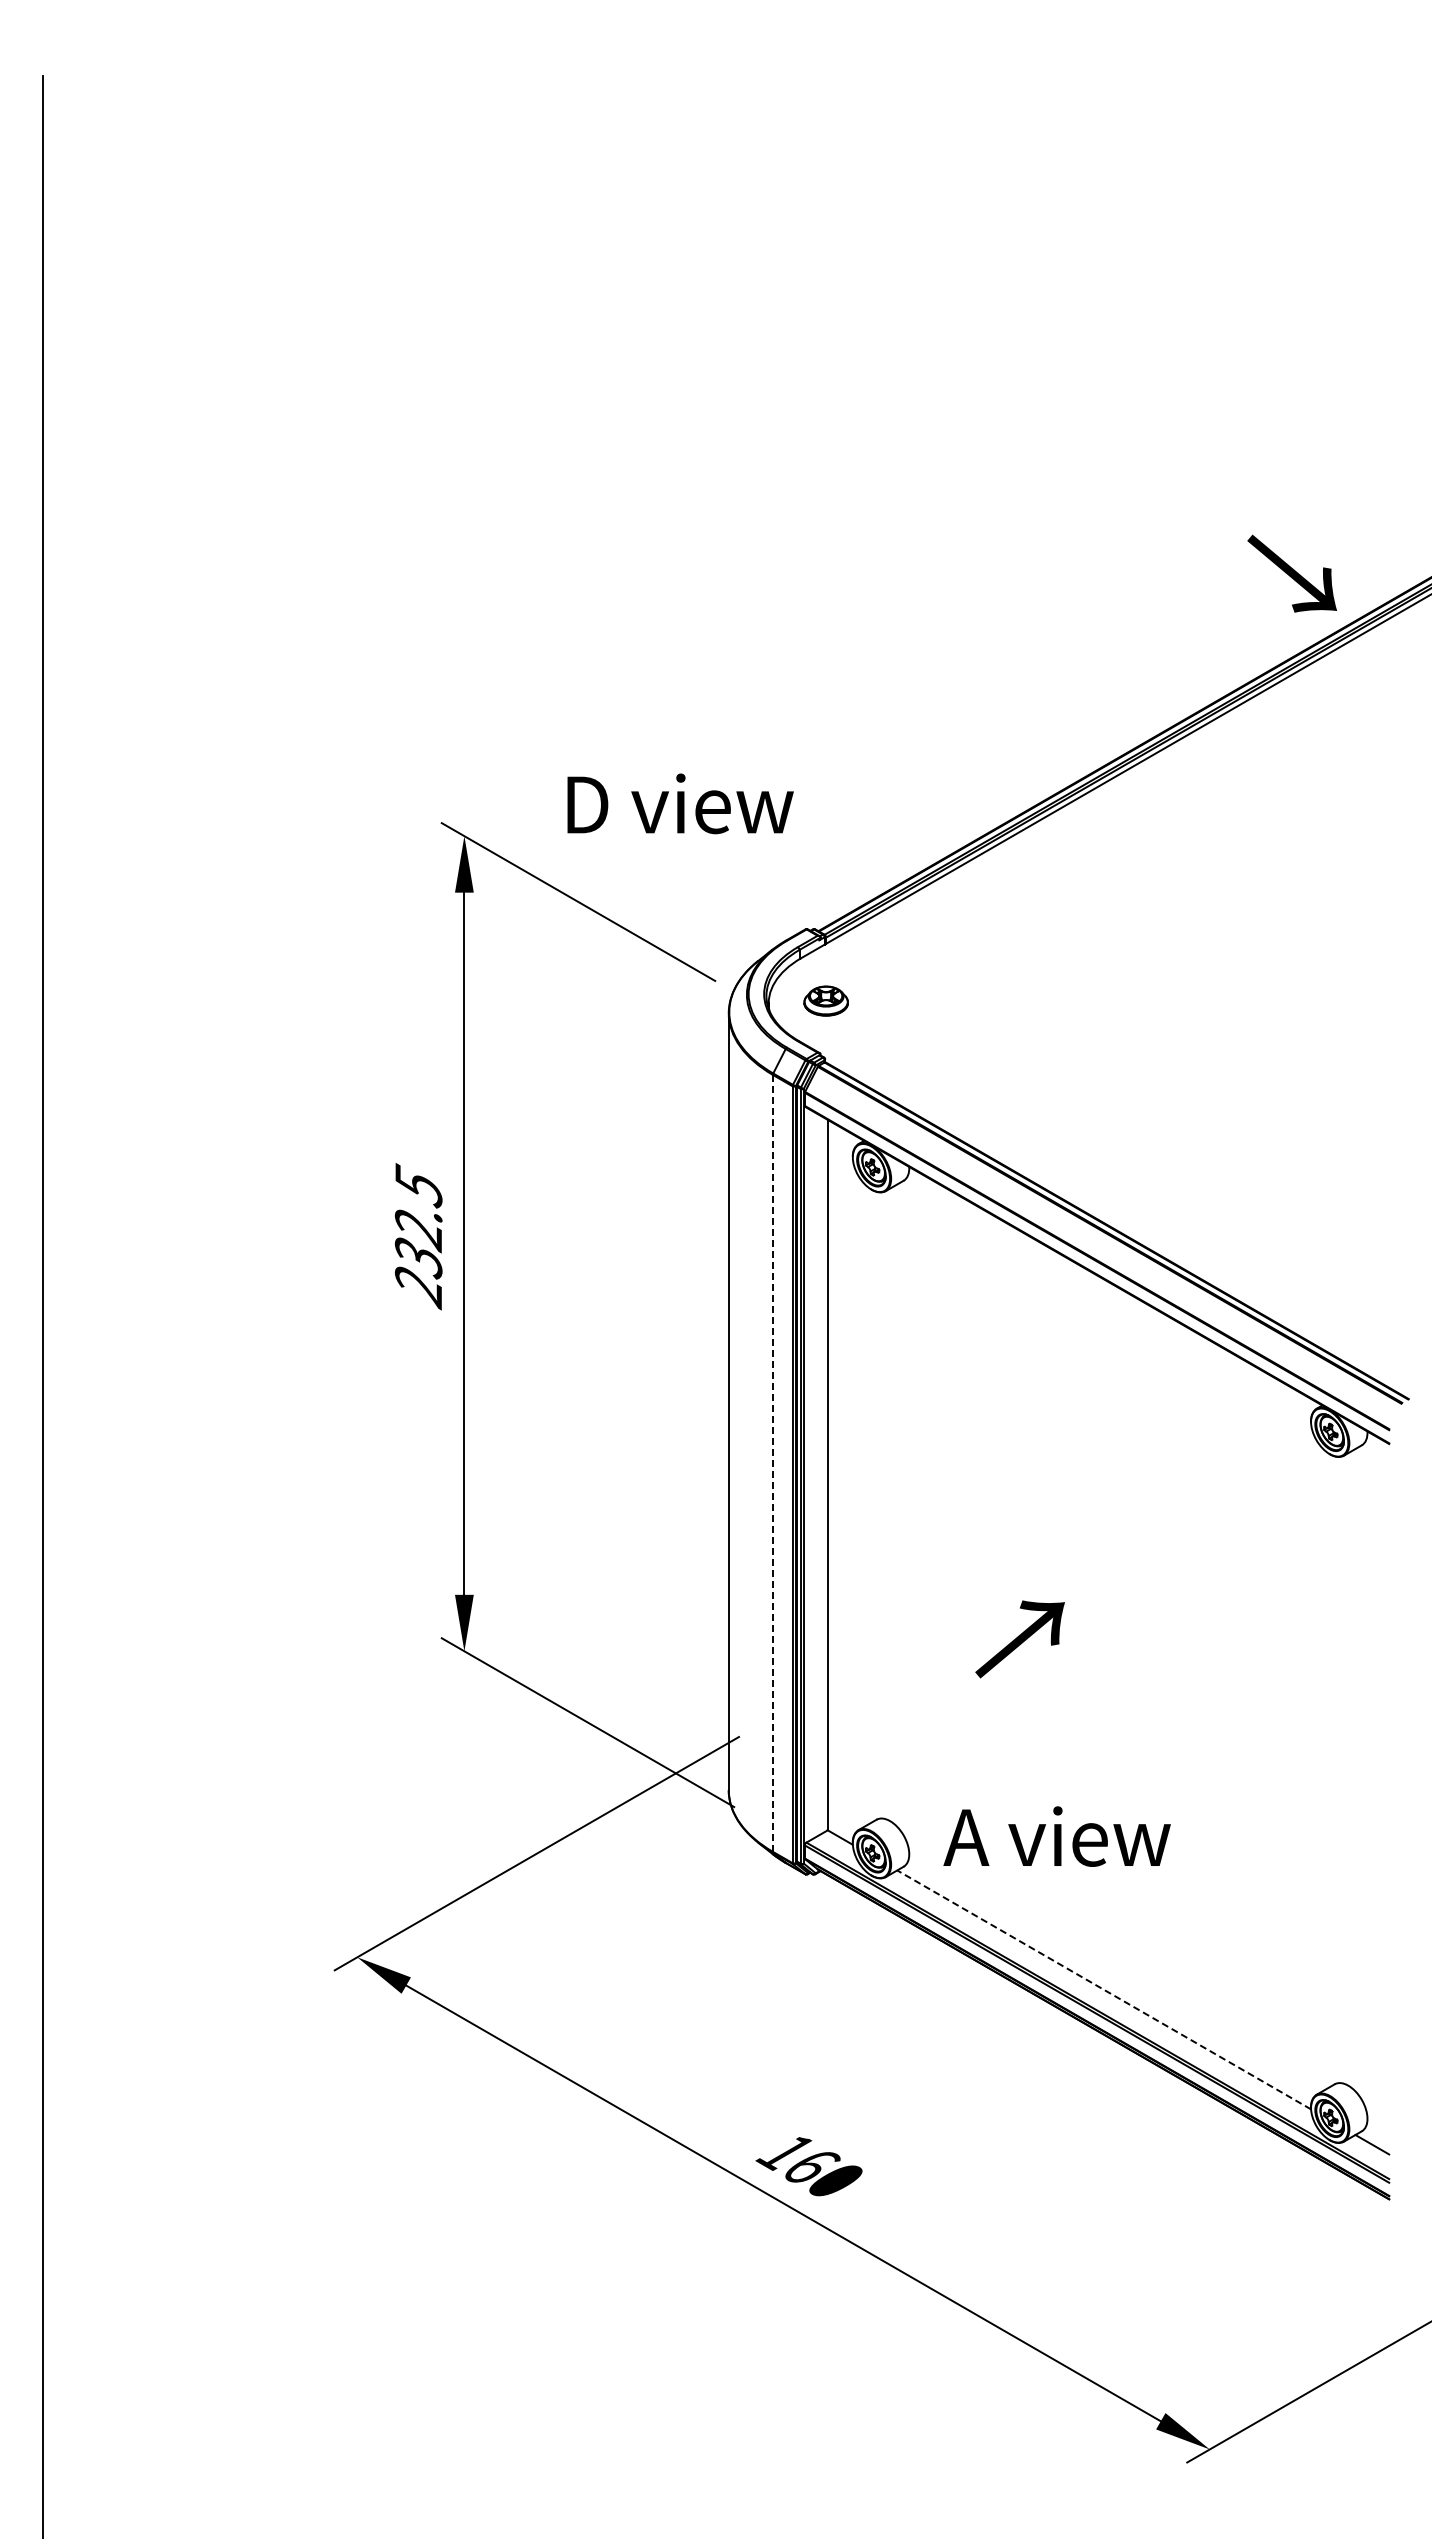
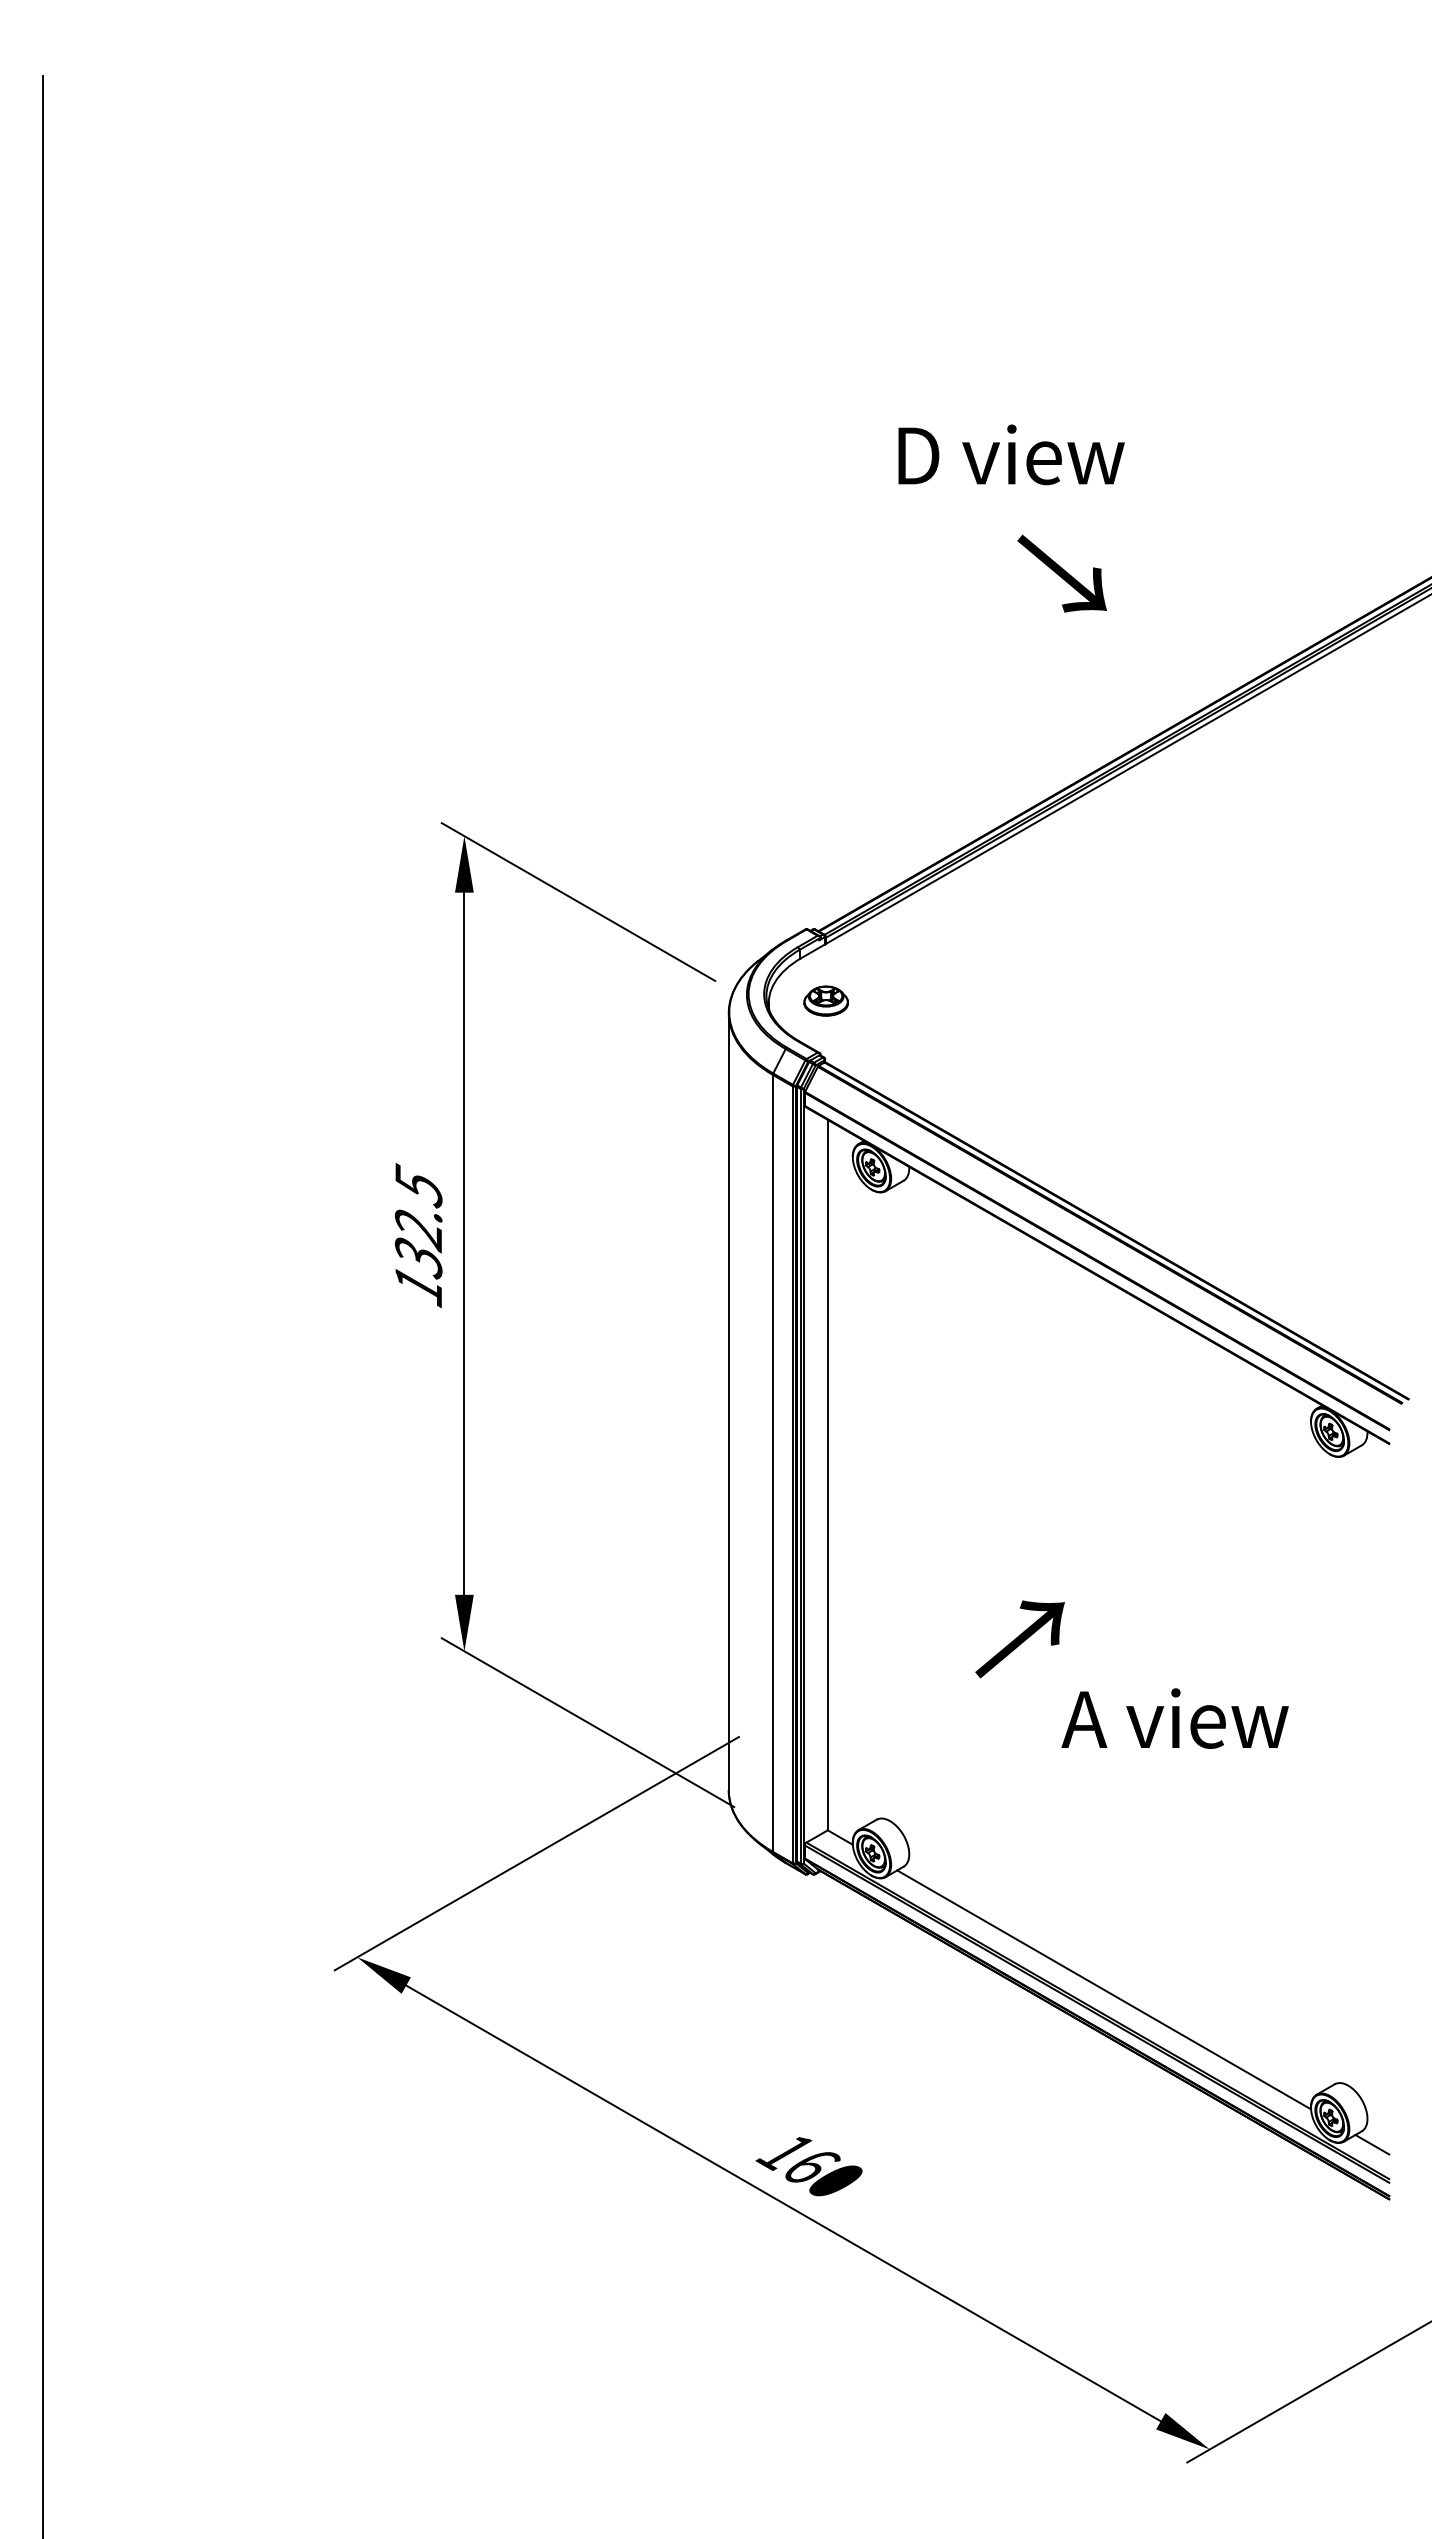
text at (1291, 573) position: (1291, 573) -> (1061, 573)
text at (680, 803) position: (680, 803) -> (1011, 454)
text at (417, 1288): 232.5 -> 132.5
line at (772, 1462): dashed -> solid
text at (1056, 1836) position: (1056, 1836) -> (1174, 1718)
line at (1104, 1989): dashed -> solid
